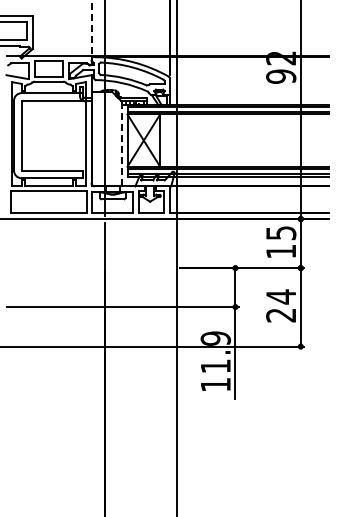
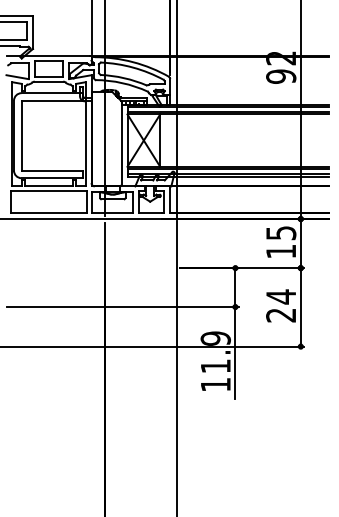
line at (91, 26): dashed -> solid
line at (121, 143): dashed -> solid
